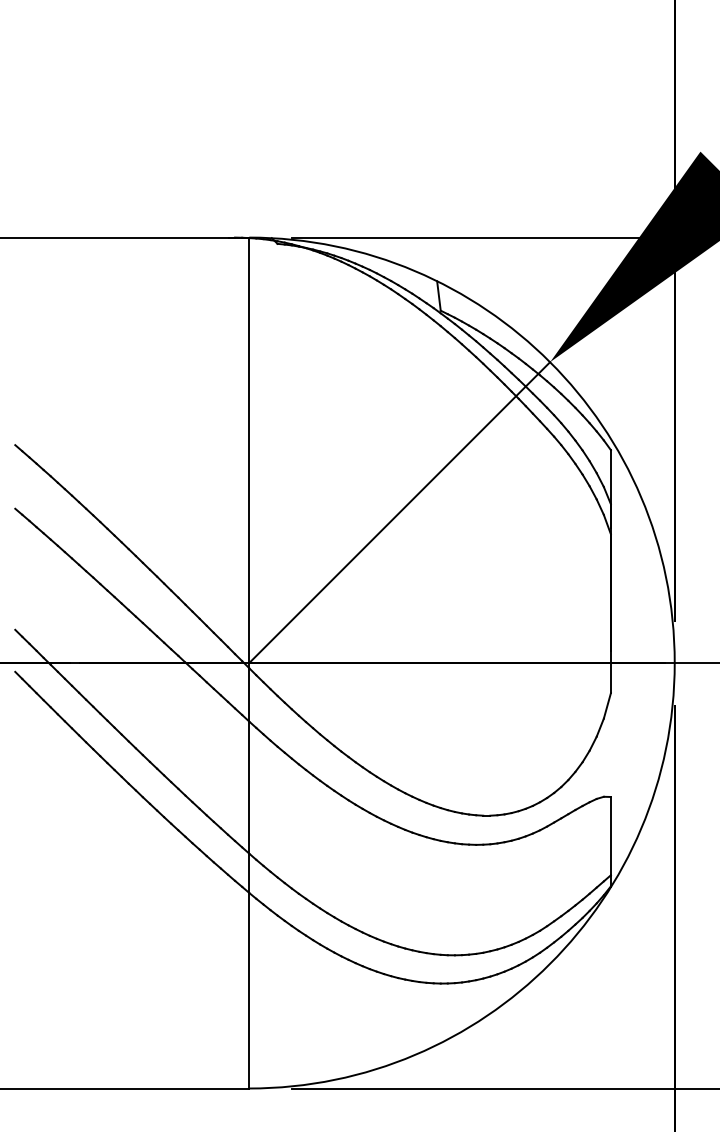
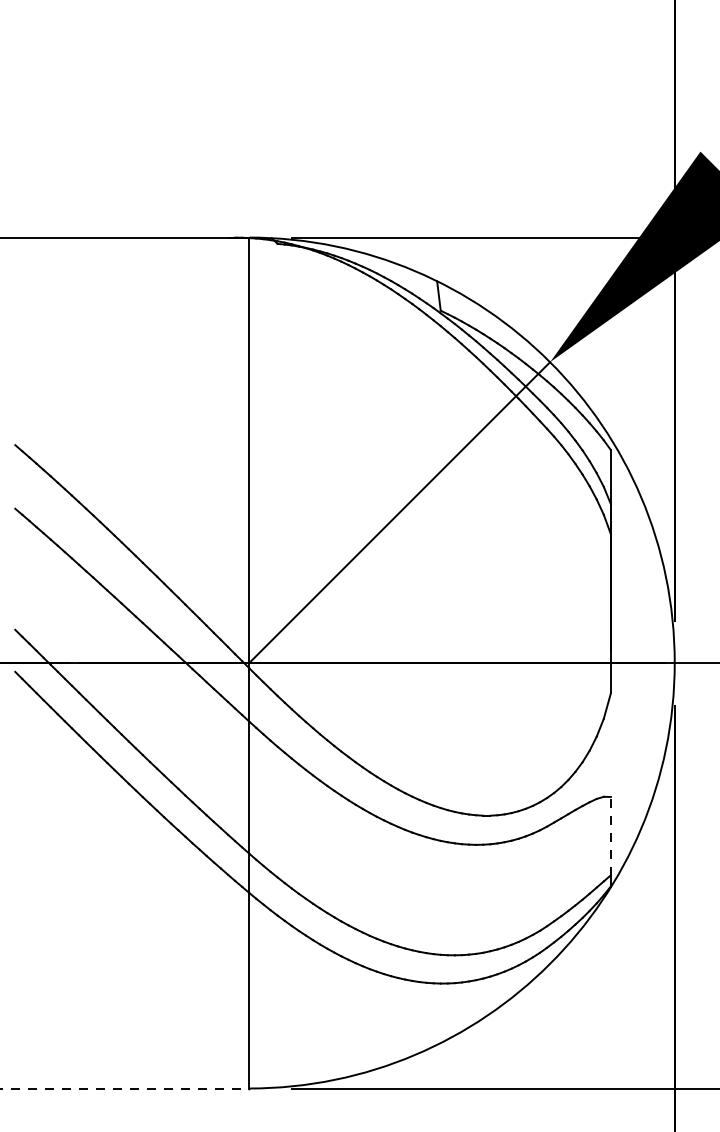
line at (610, 835): solid -> dashed
line at (125, 1088): solid -> dashed
